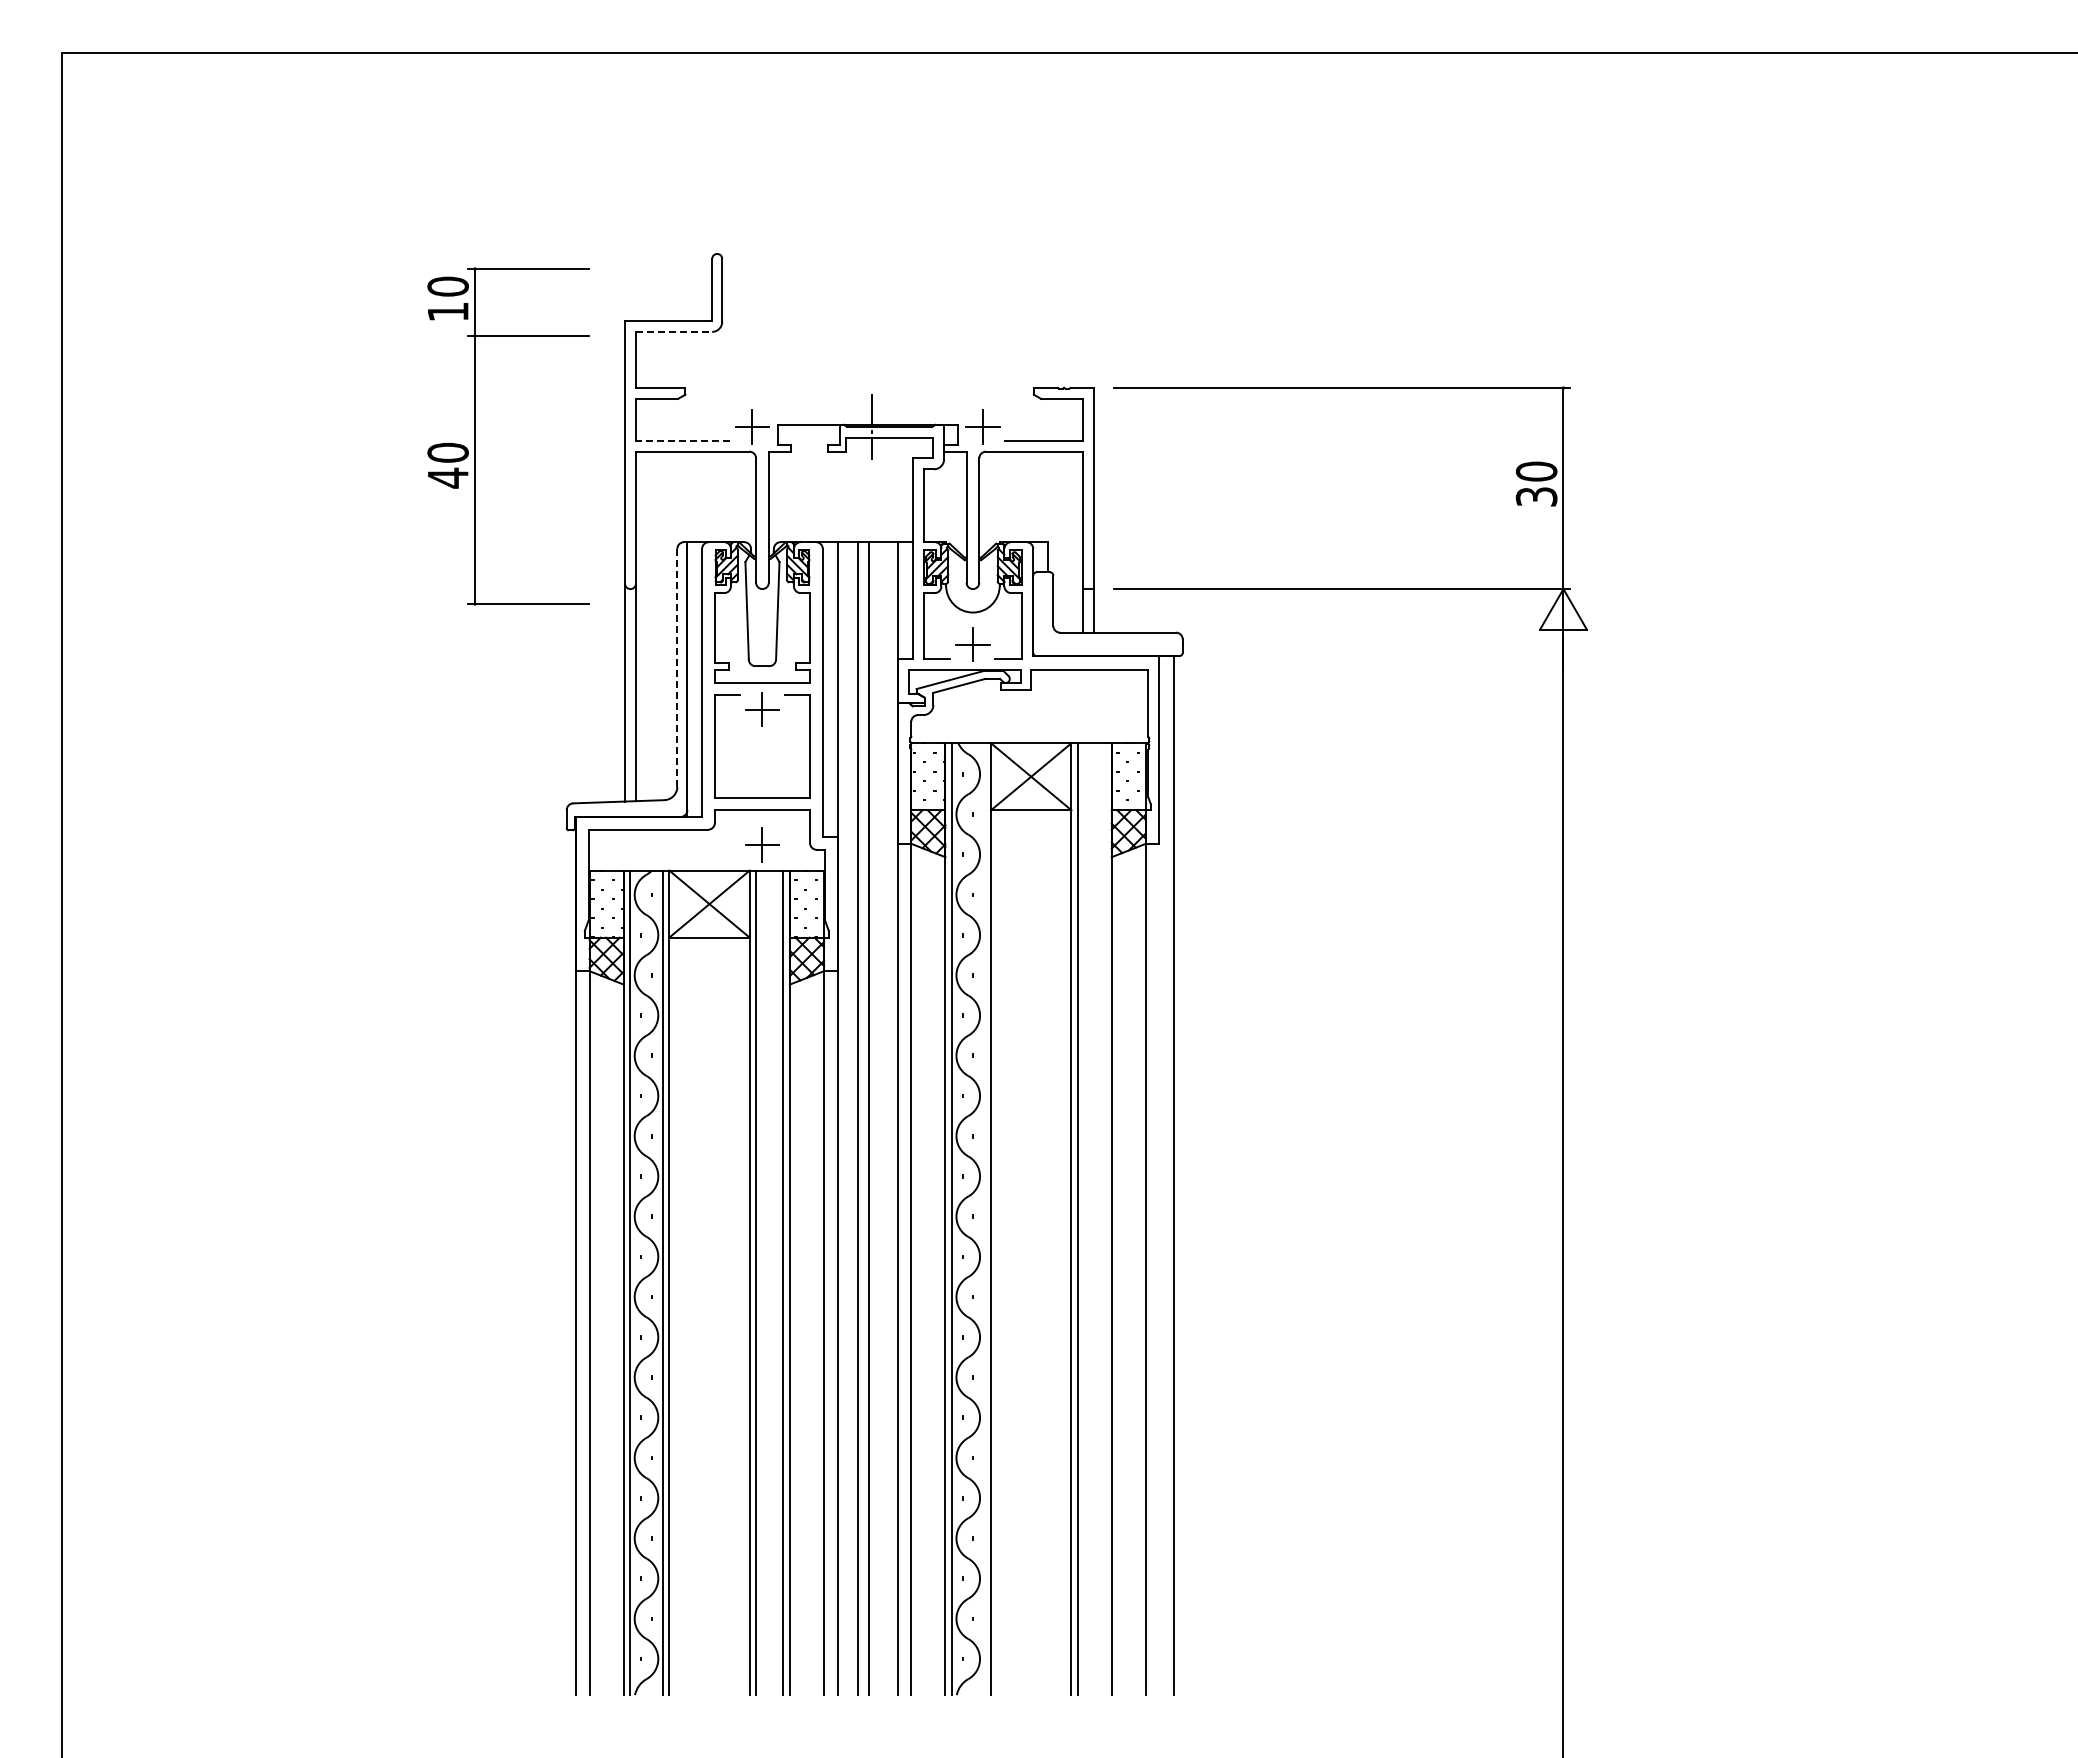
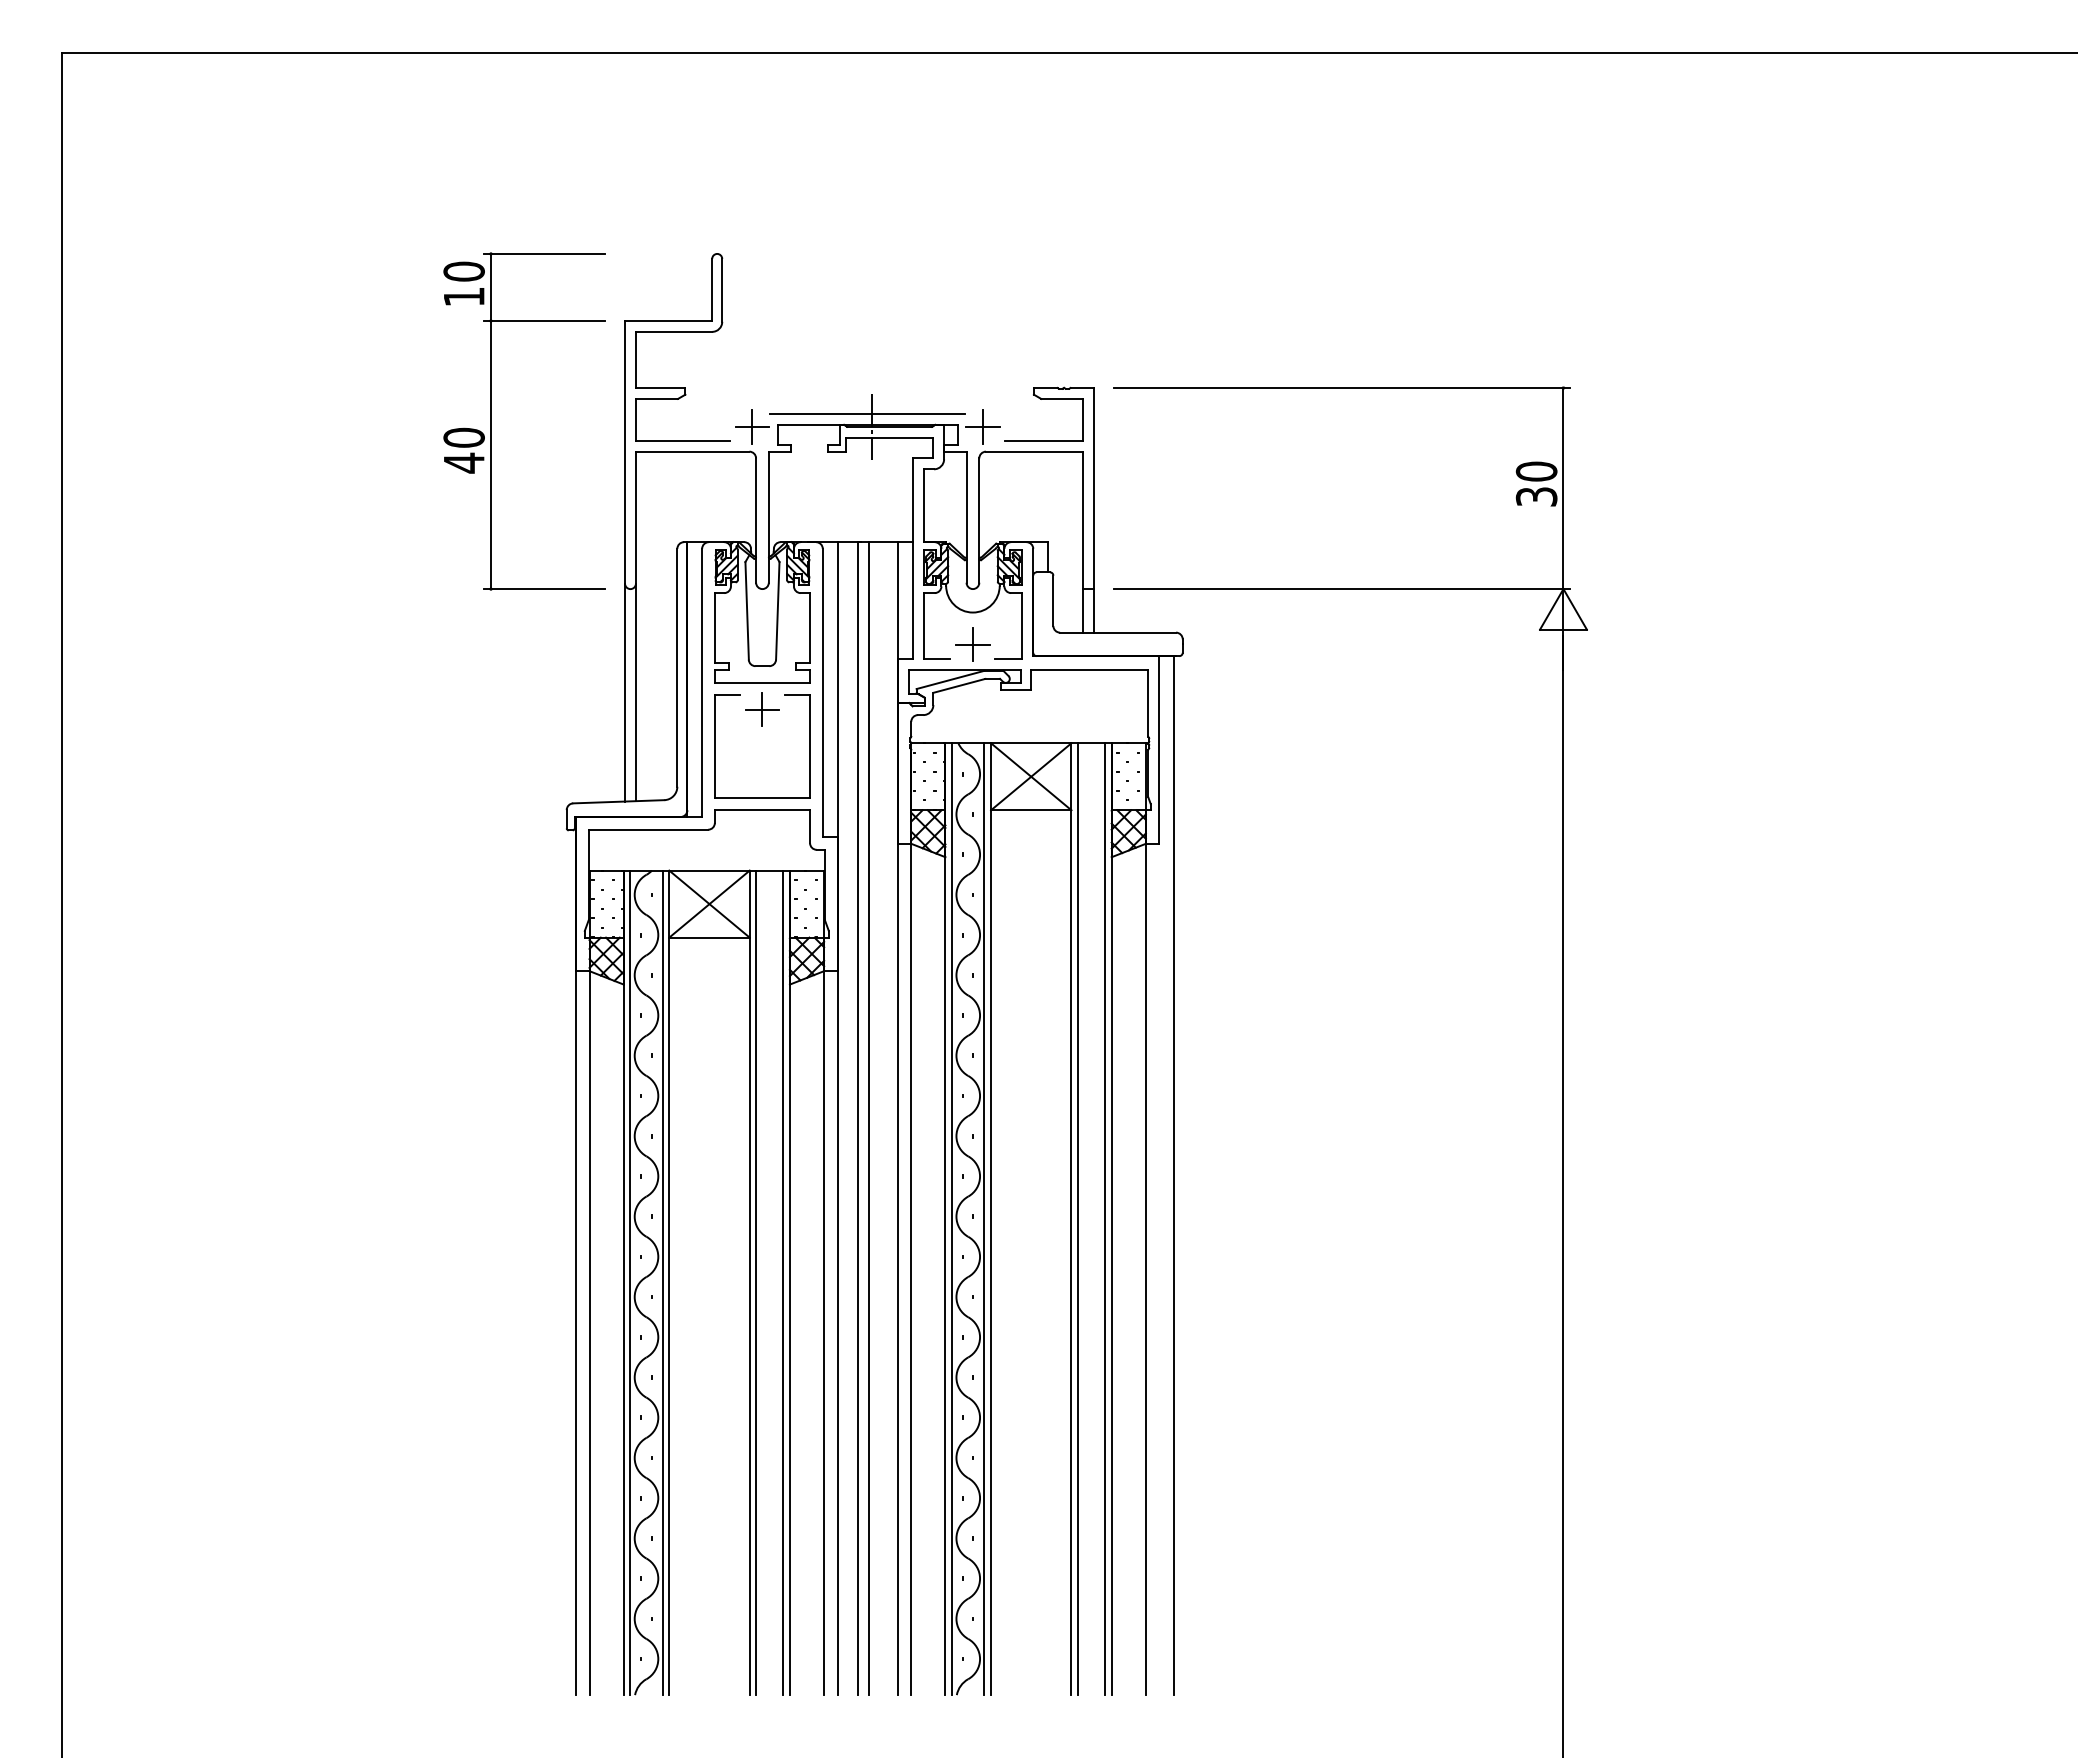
line at (674, 331): dashed -> solid
line at (867, 413): none -> present
part at (475, 436) position: (475, 436) -> (491, 421)
line at (682, 440): dashed -> solid
line at (677, 667): dashed -> solid
part at (762, 844): present -> none
line at (984, 1219): none -> present
line at (1104, 1219): none -> present
